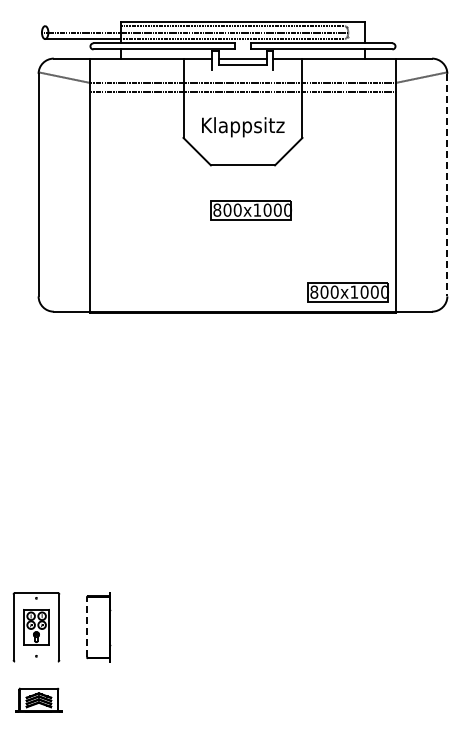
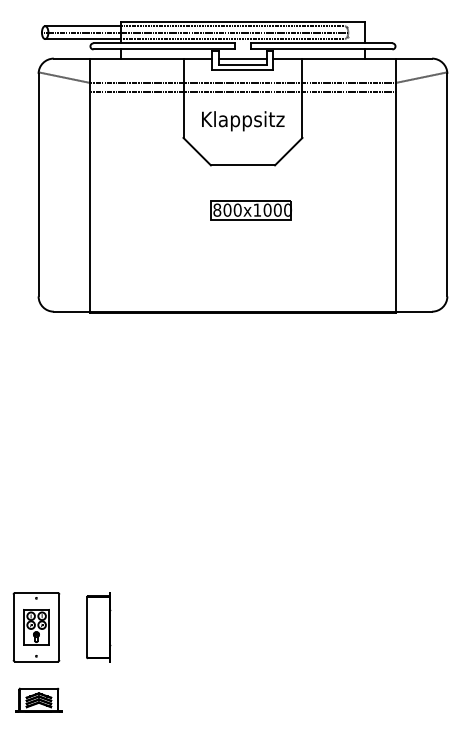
line at (82, 26): none -> present
line at (242, 70): none -> present
text at (243, 127) position: (243, 127) -> (243, 121)
line at (447, 185): dashed -> solid
part at (347, 292): present -> none
line at (87, 626): dashed -> solid
line at (36, 661): none -> present
